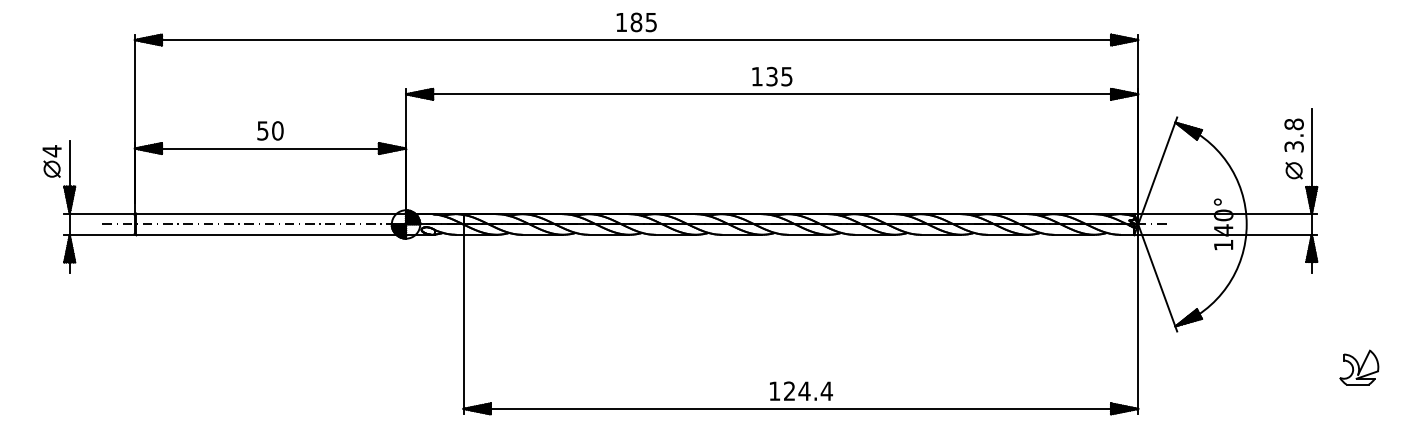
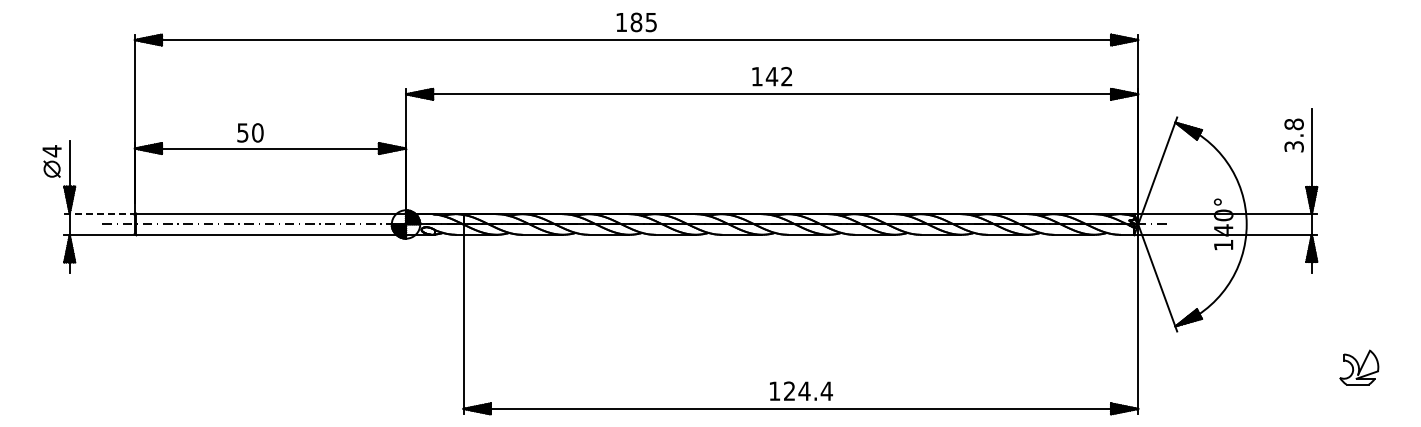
text at (778, 76): 135 -> 142
text at (270, 130) position: (270, 130) -> (250, 132)
part at (1293, 170): present -> none
line at (100, 213): solid -> dashed
